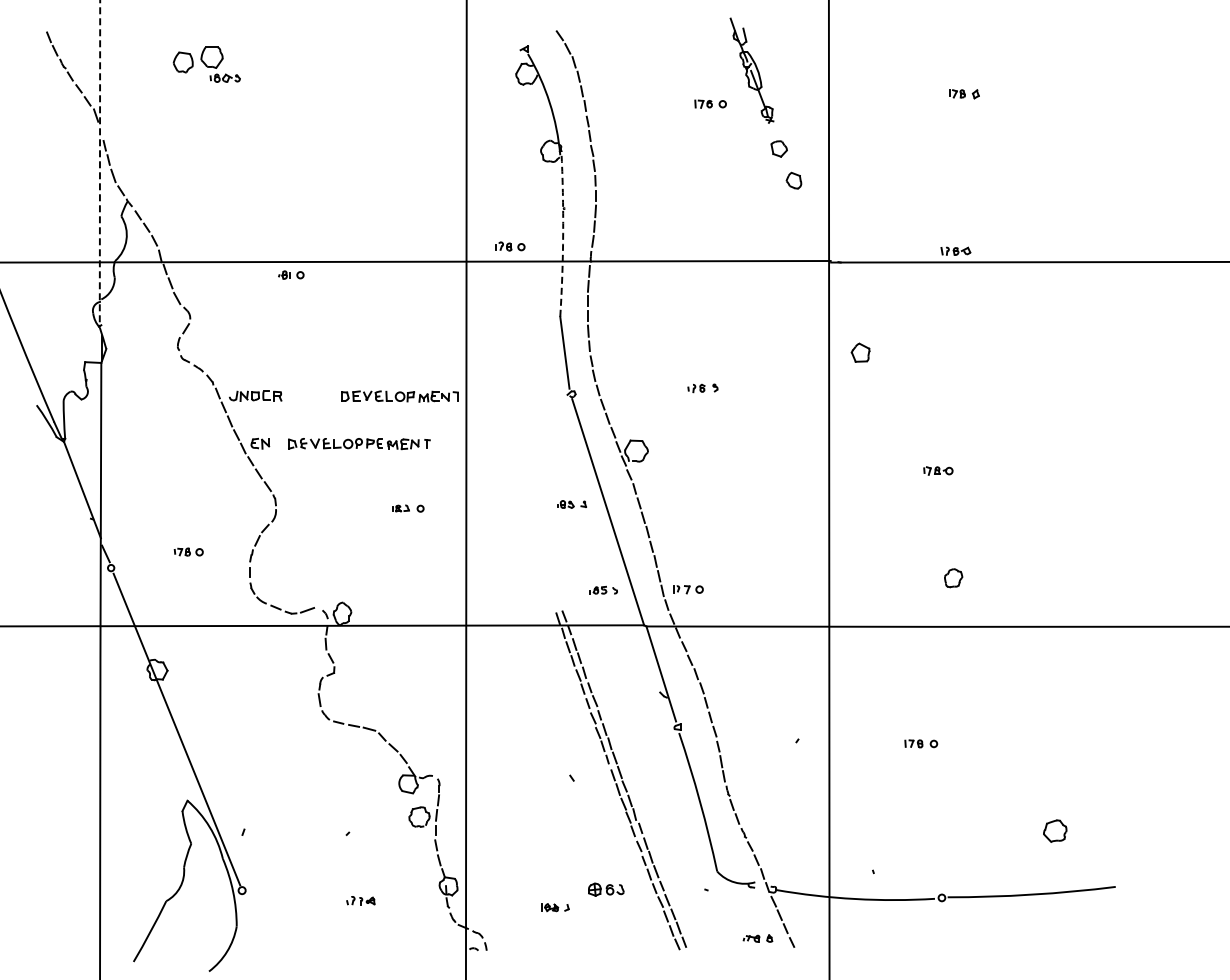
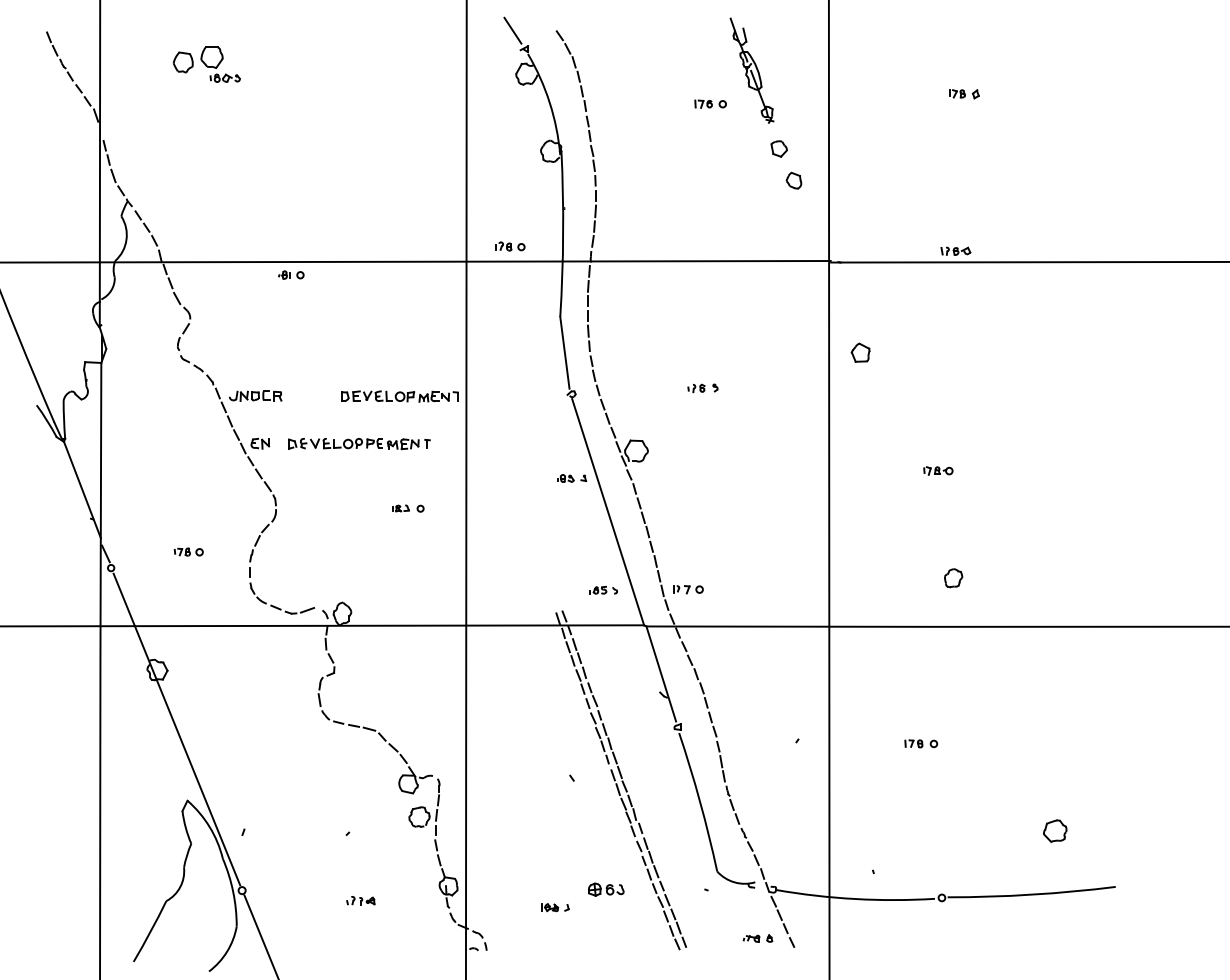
line at (512, 30): none -> present
line at (99, 164): dashed -> solid
arc at (563, 233): dashed -> solid
part at (571, 504) position: (571, 504) -> (571, 478)
line at (260, 935): none -> present
